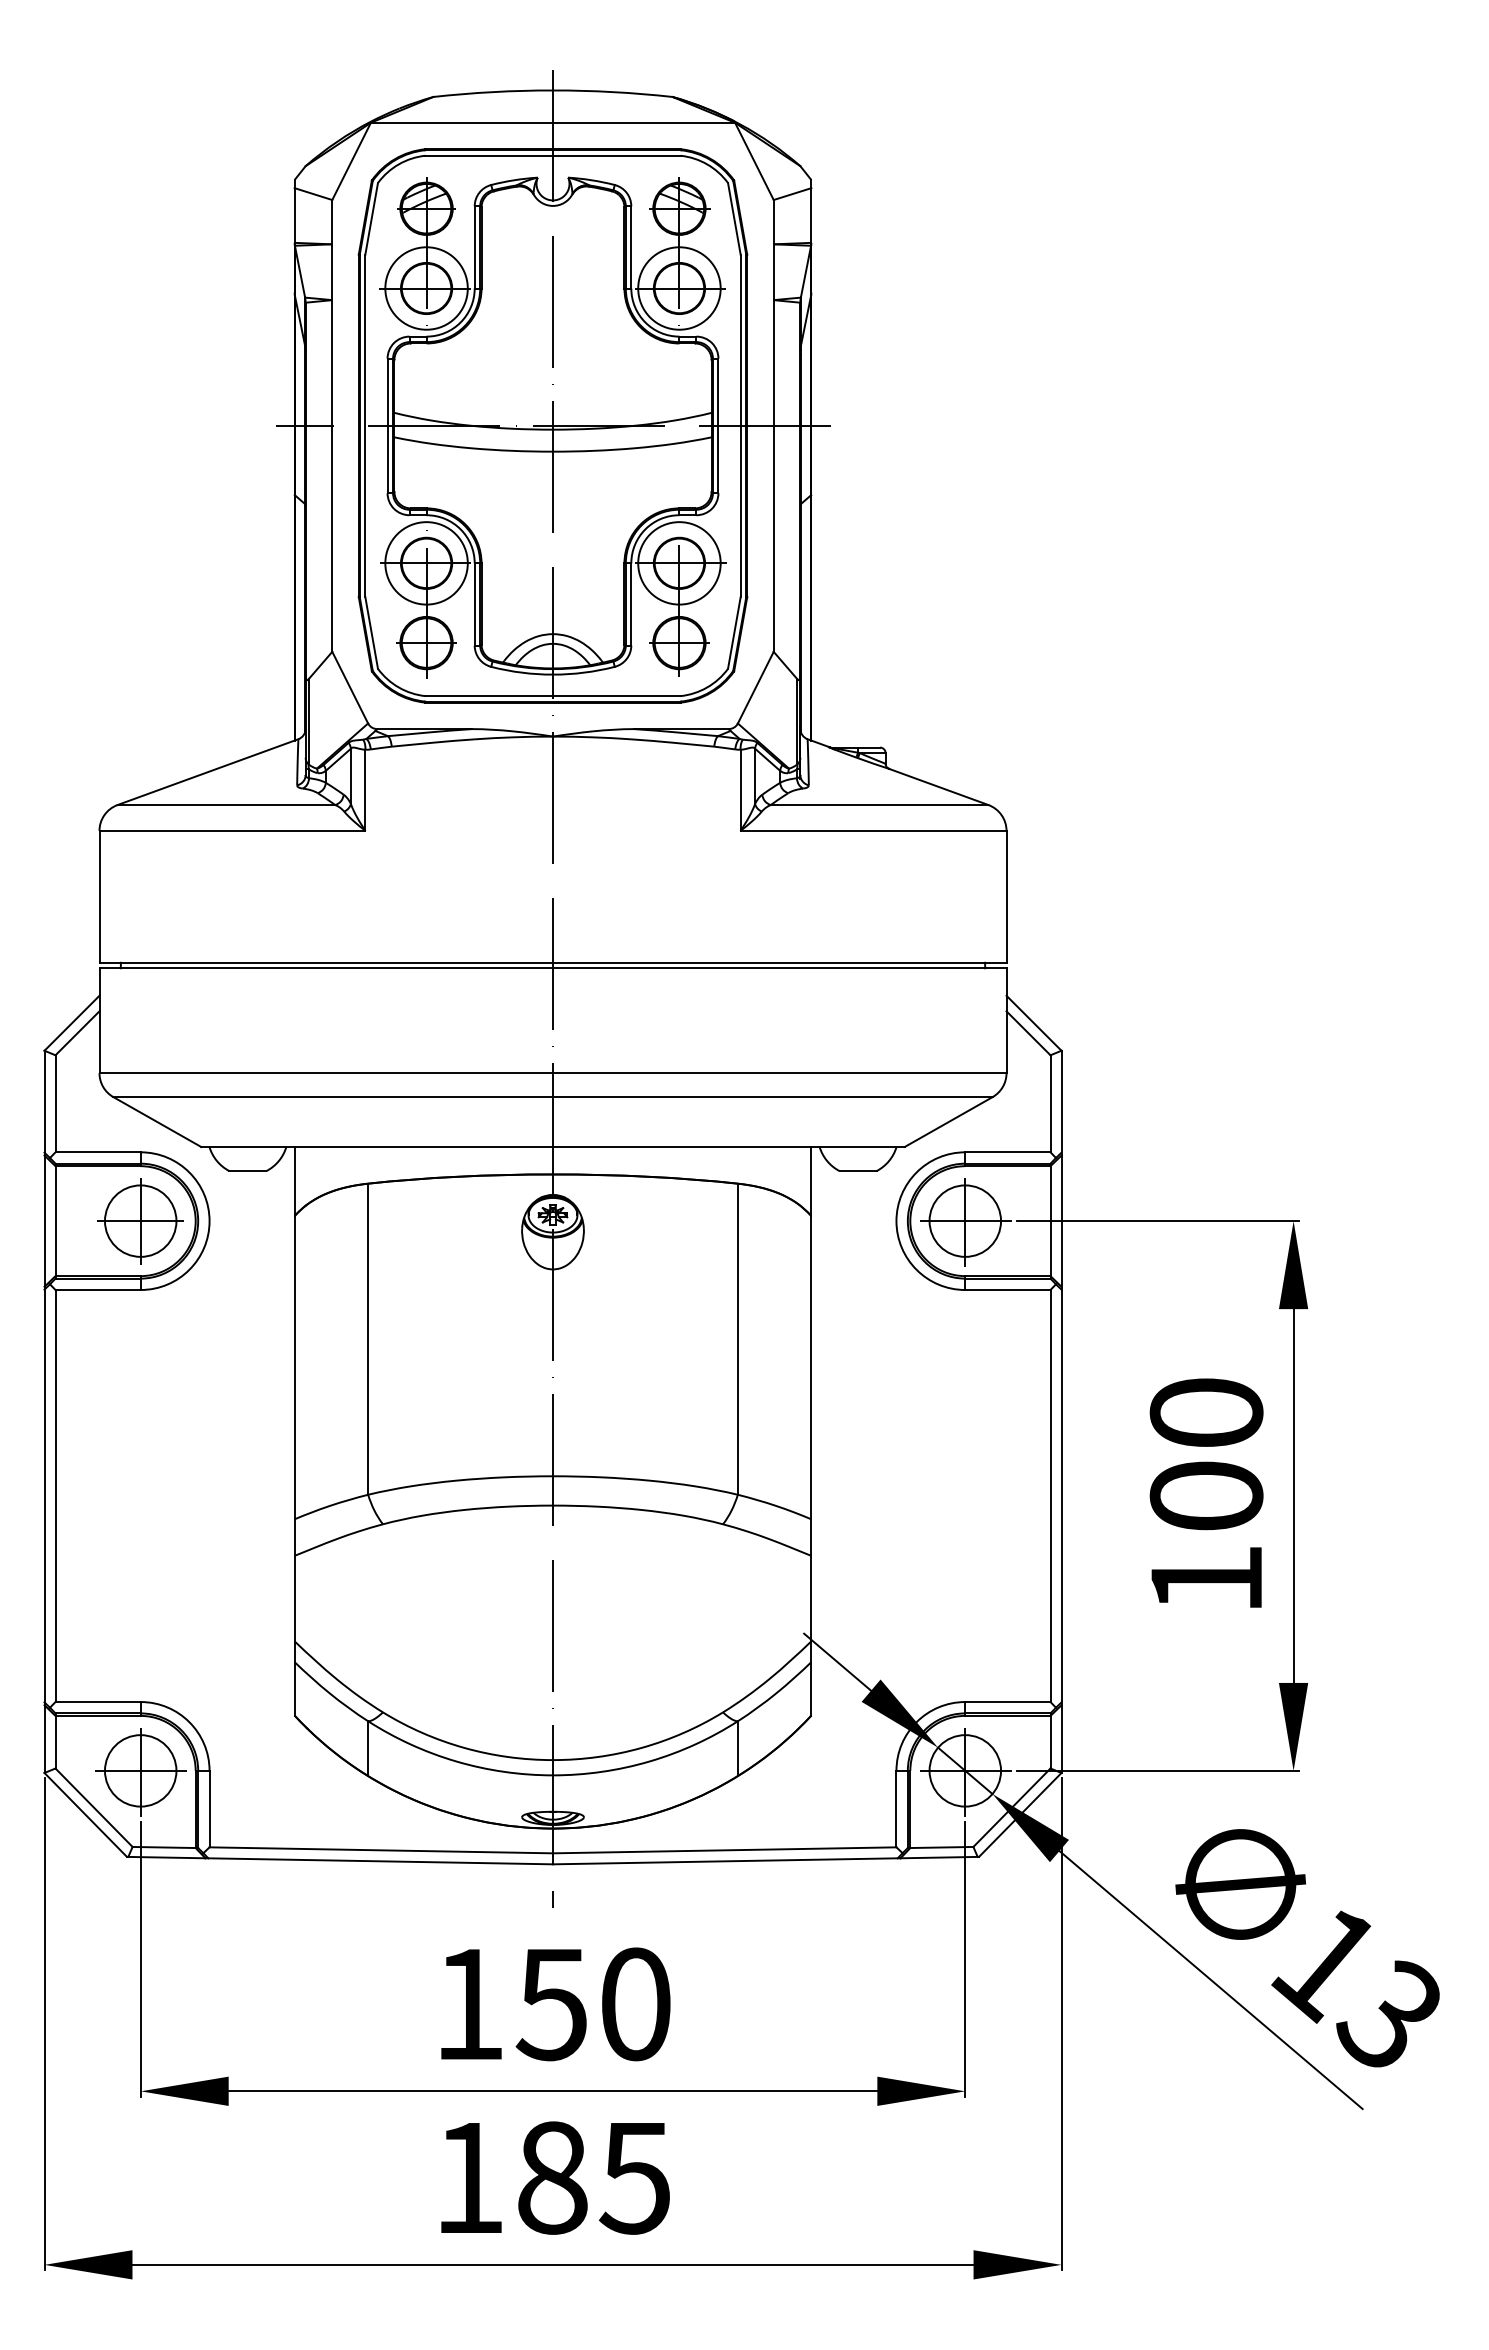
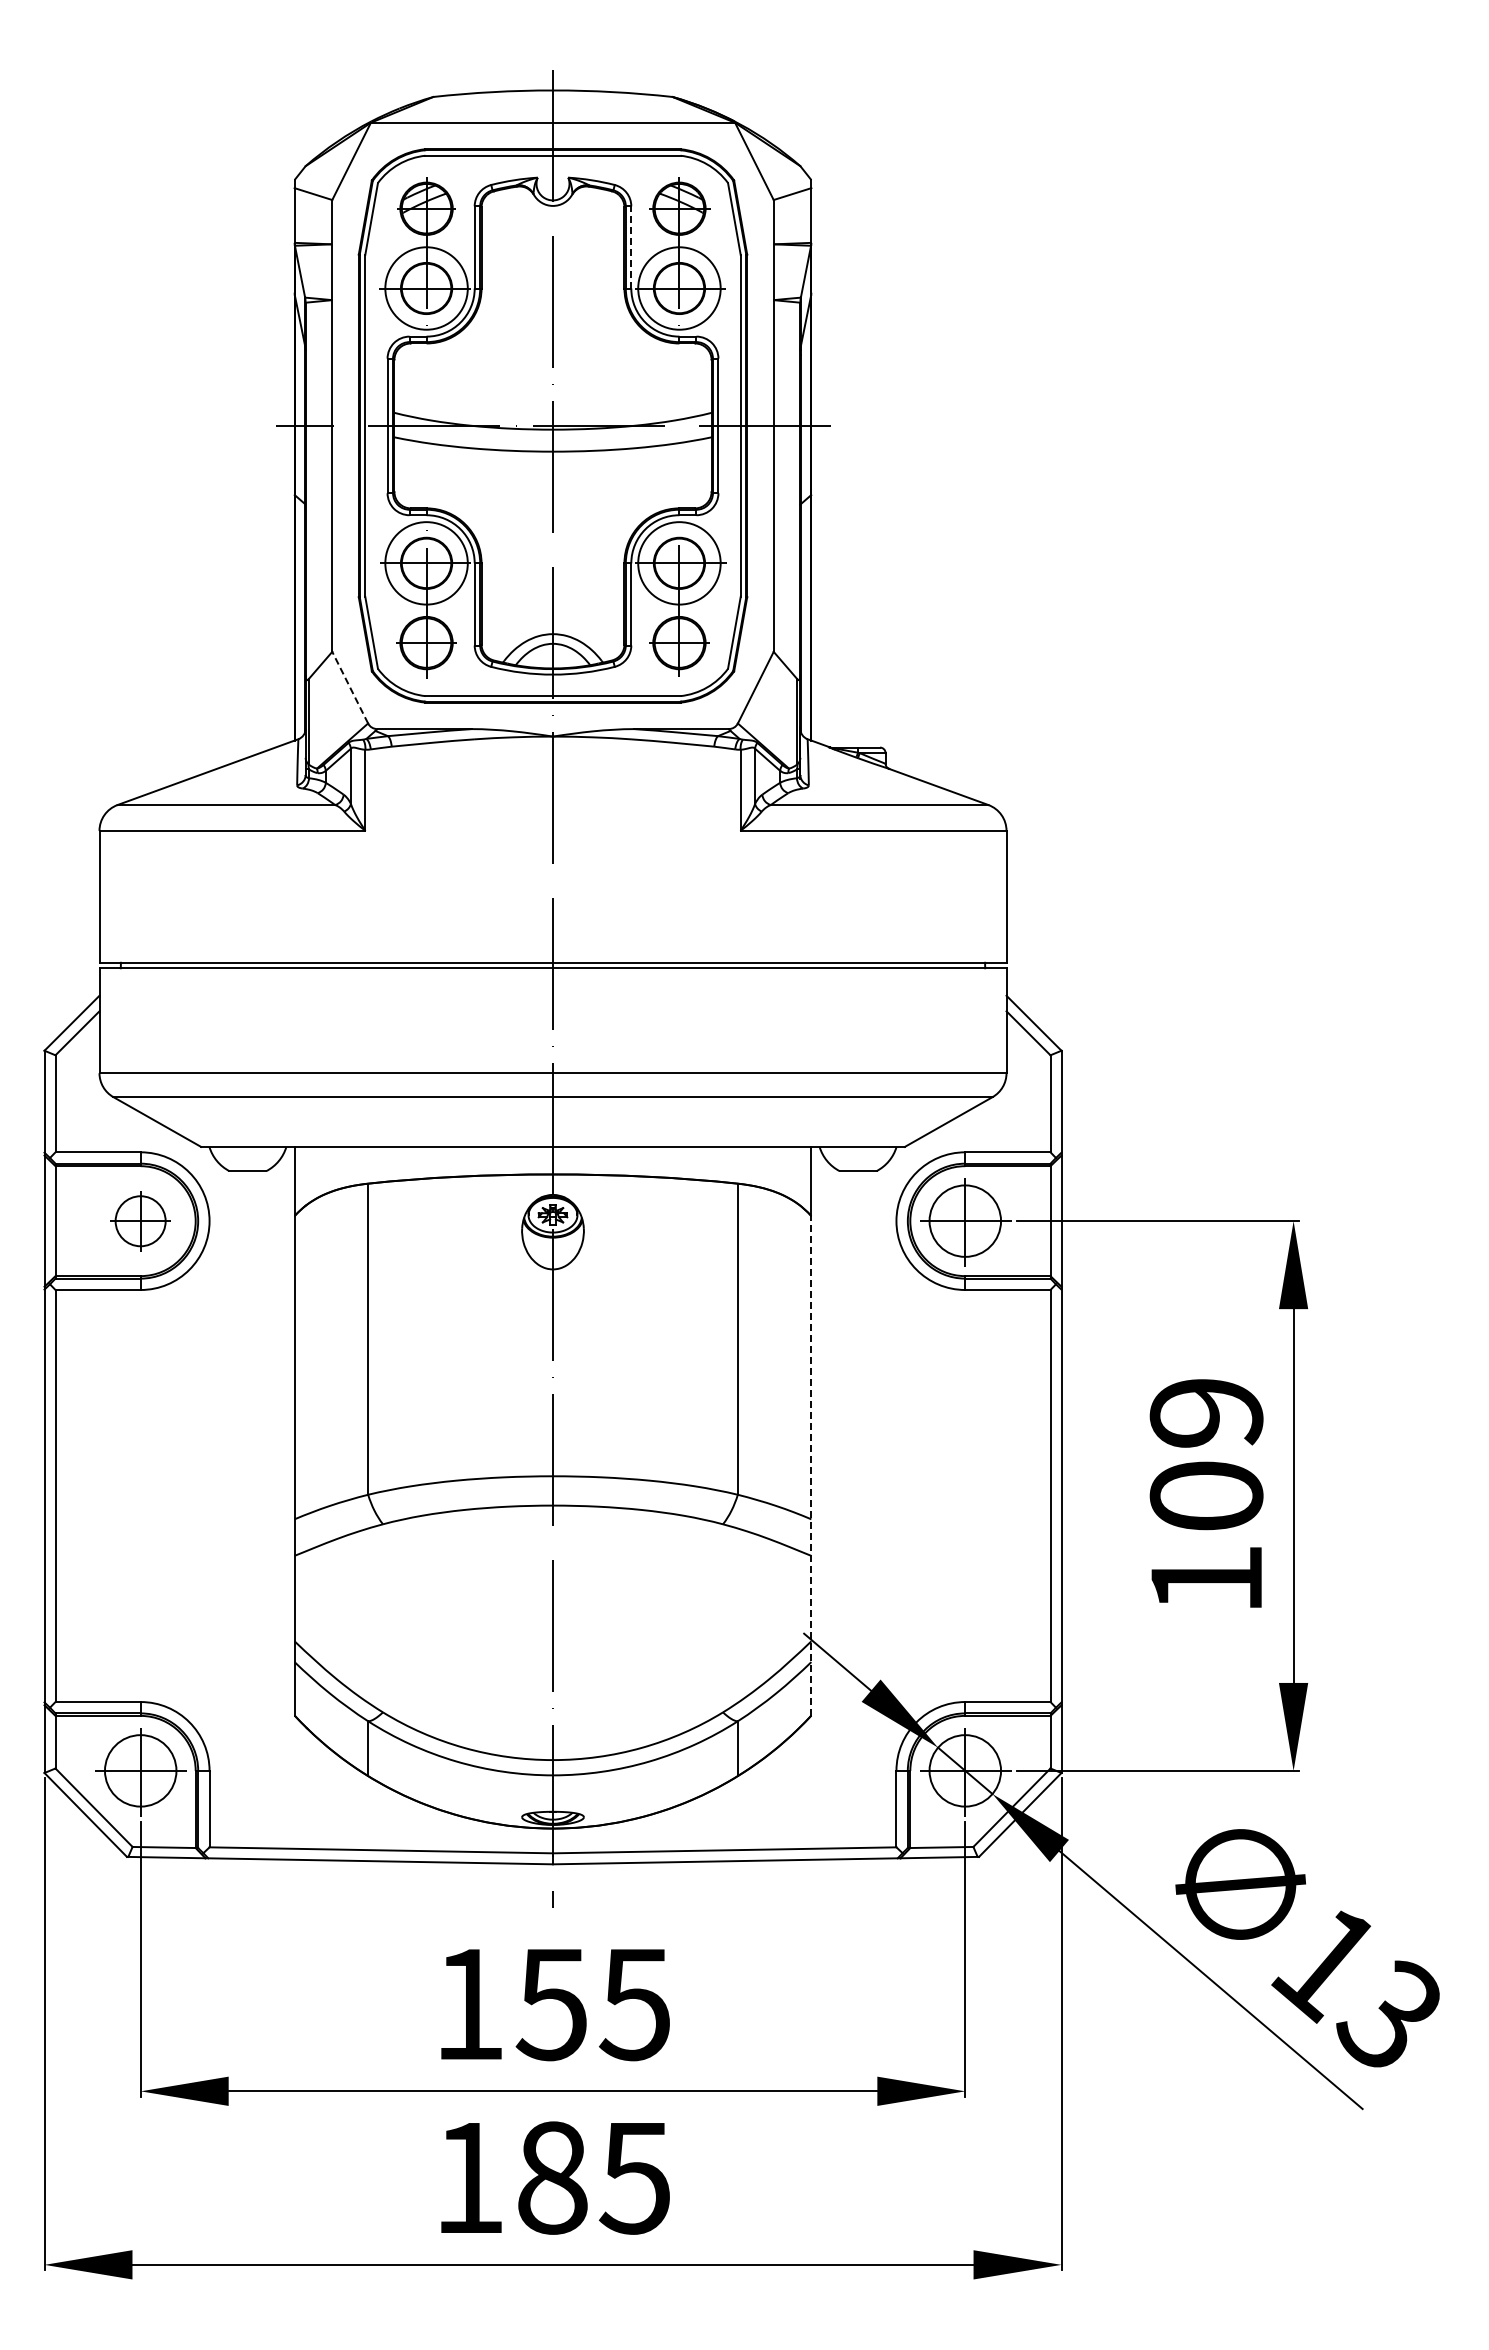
line at (631, 246): solid -> dashed
line at (349, 687): solid -> dashed
part at (140, 1221) size: 87x87 px -> 61x61 px
text at (1206, 1412): 100 -> 109
line at (811, 1465): solid -> dashed
text at (634, 2004): 150 -> 155
